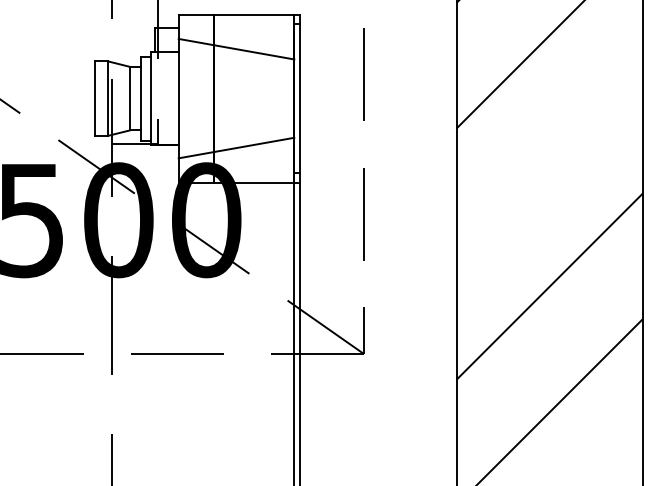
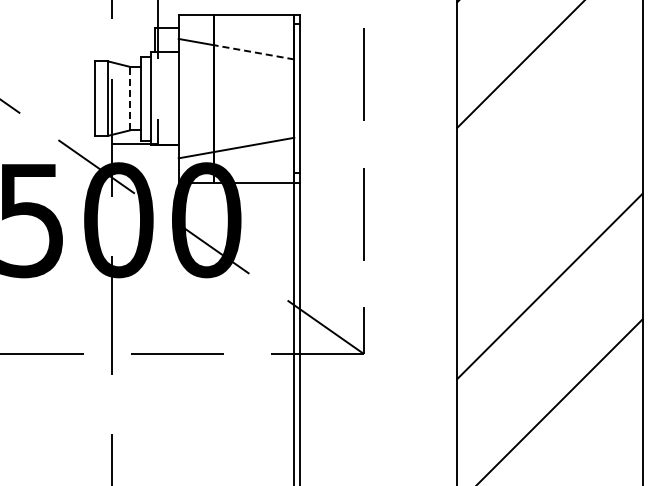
line at (254, 52): solid -> dashed
line at (130, 98): solid -> dashed
